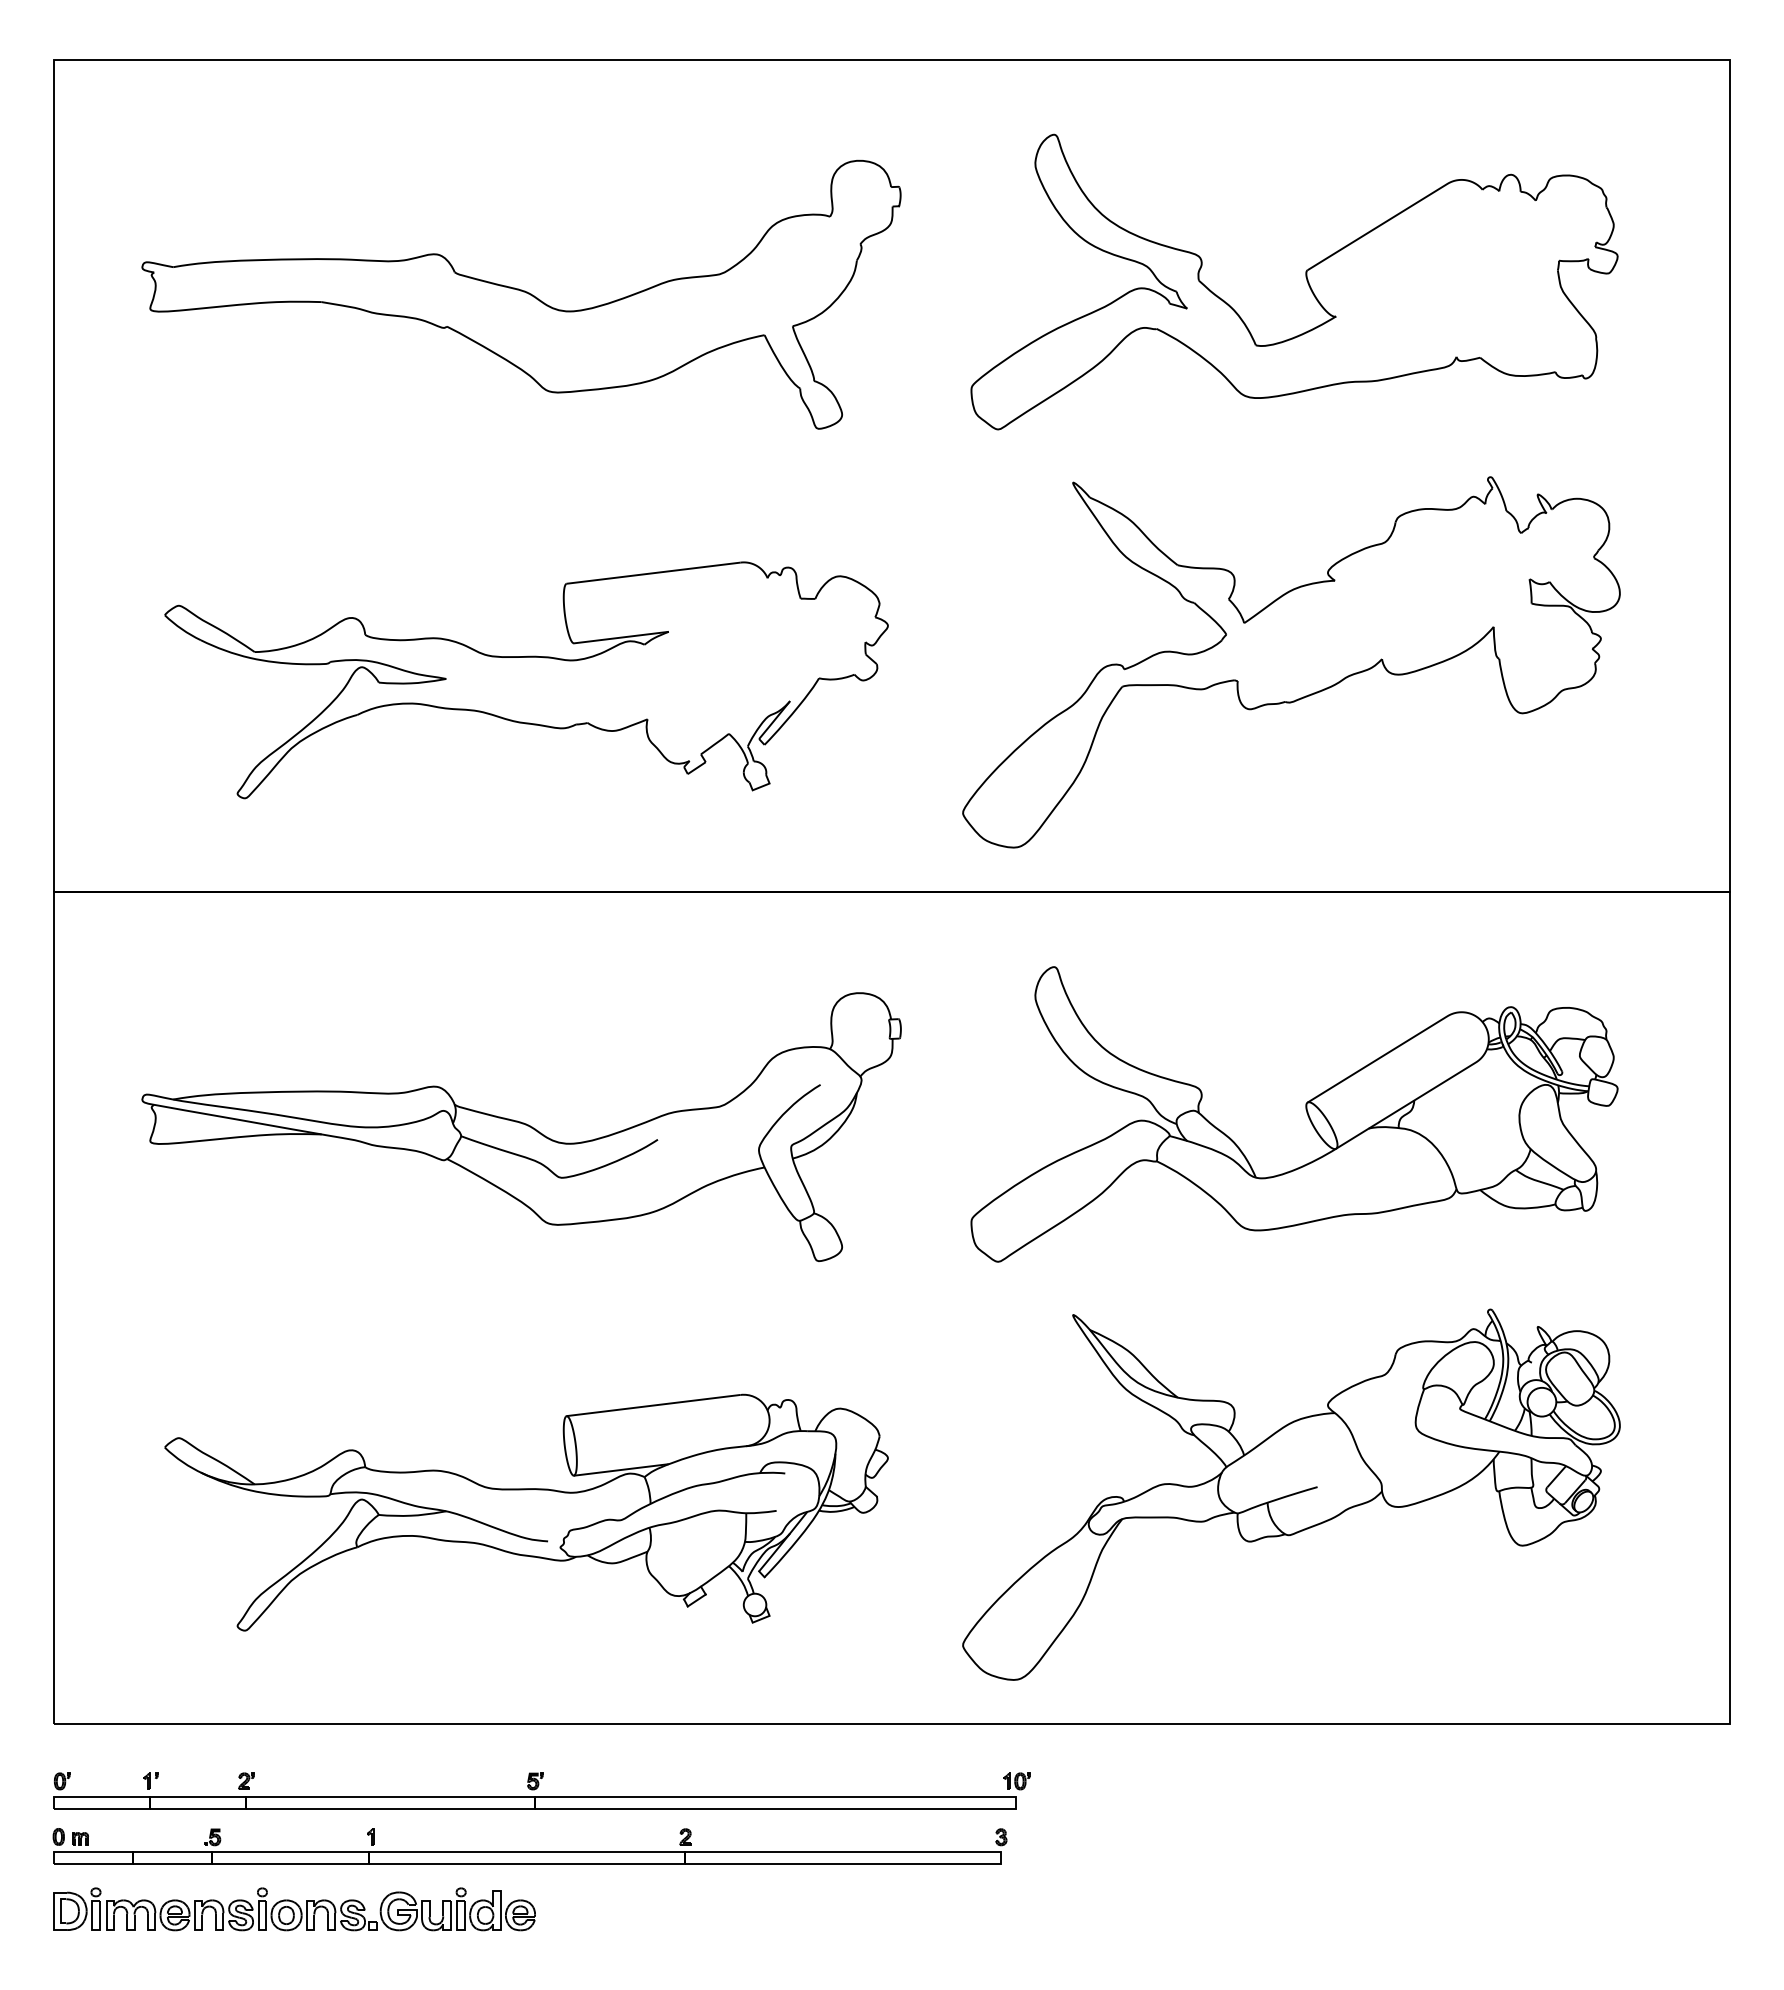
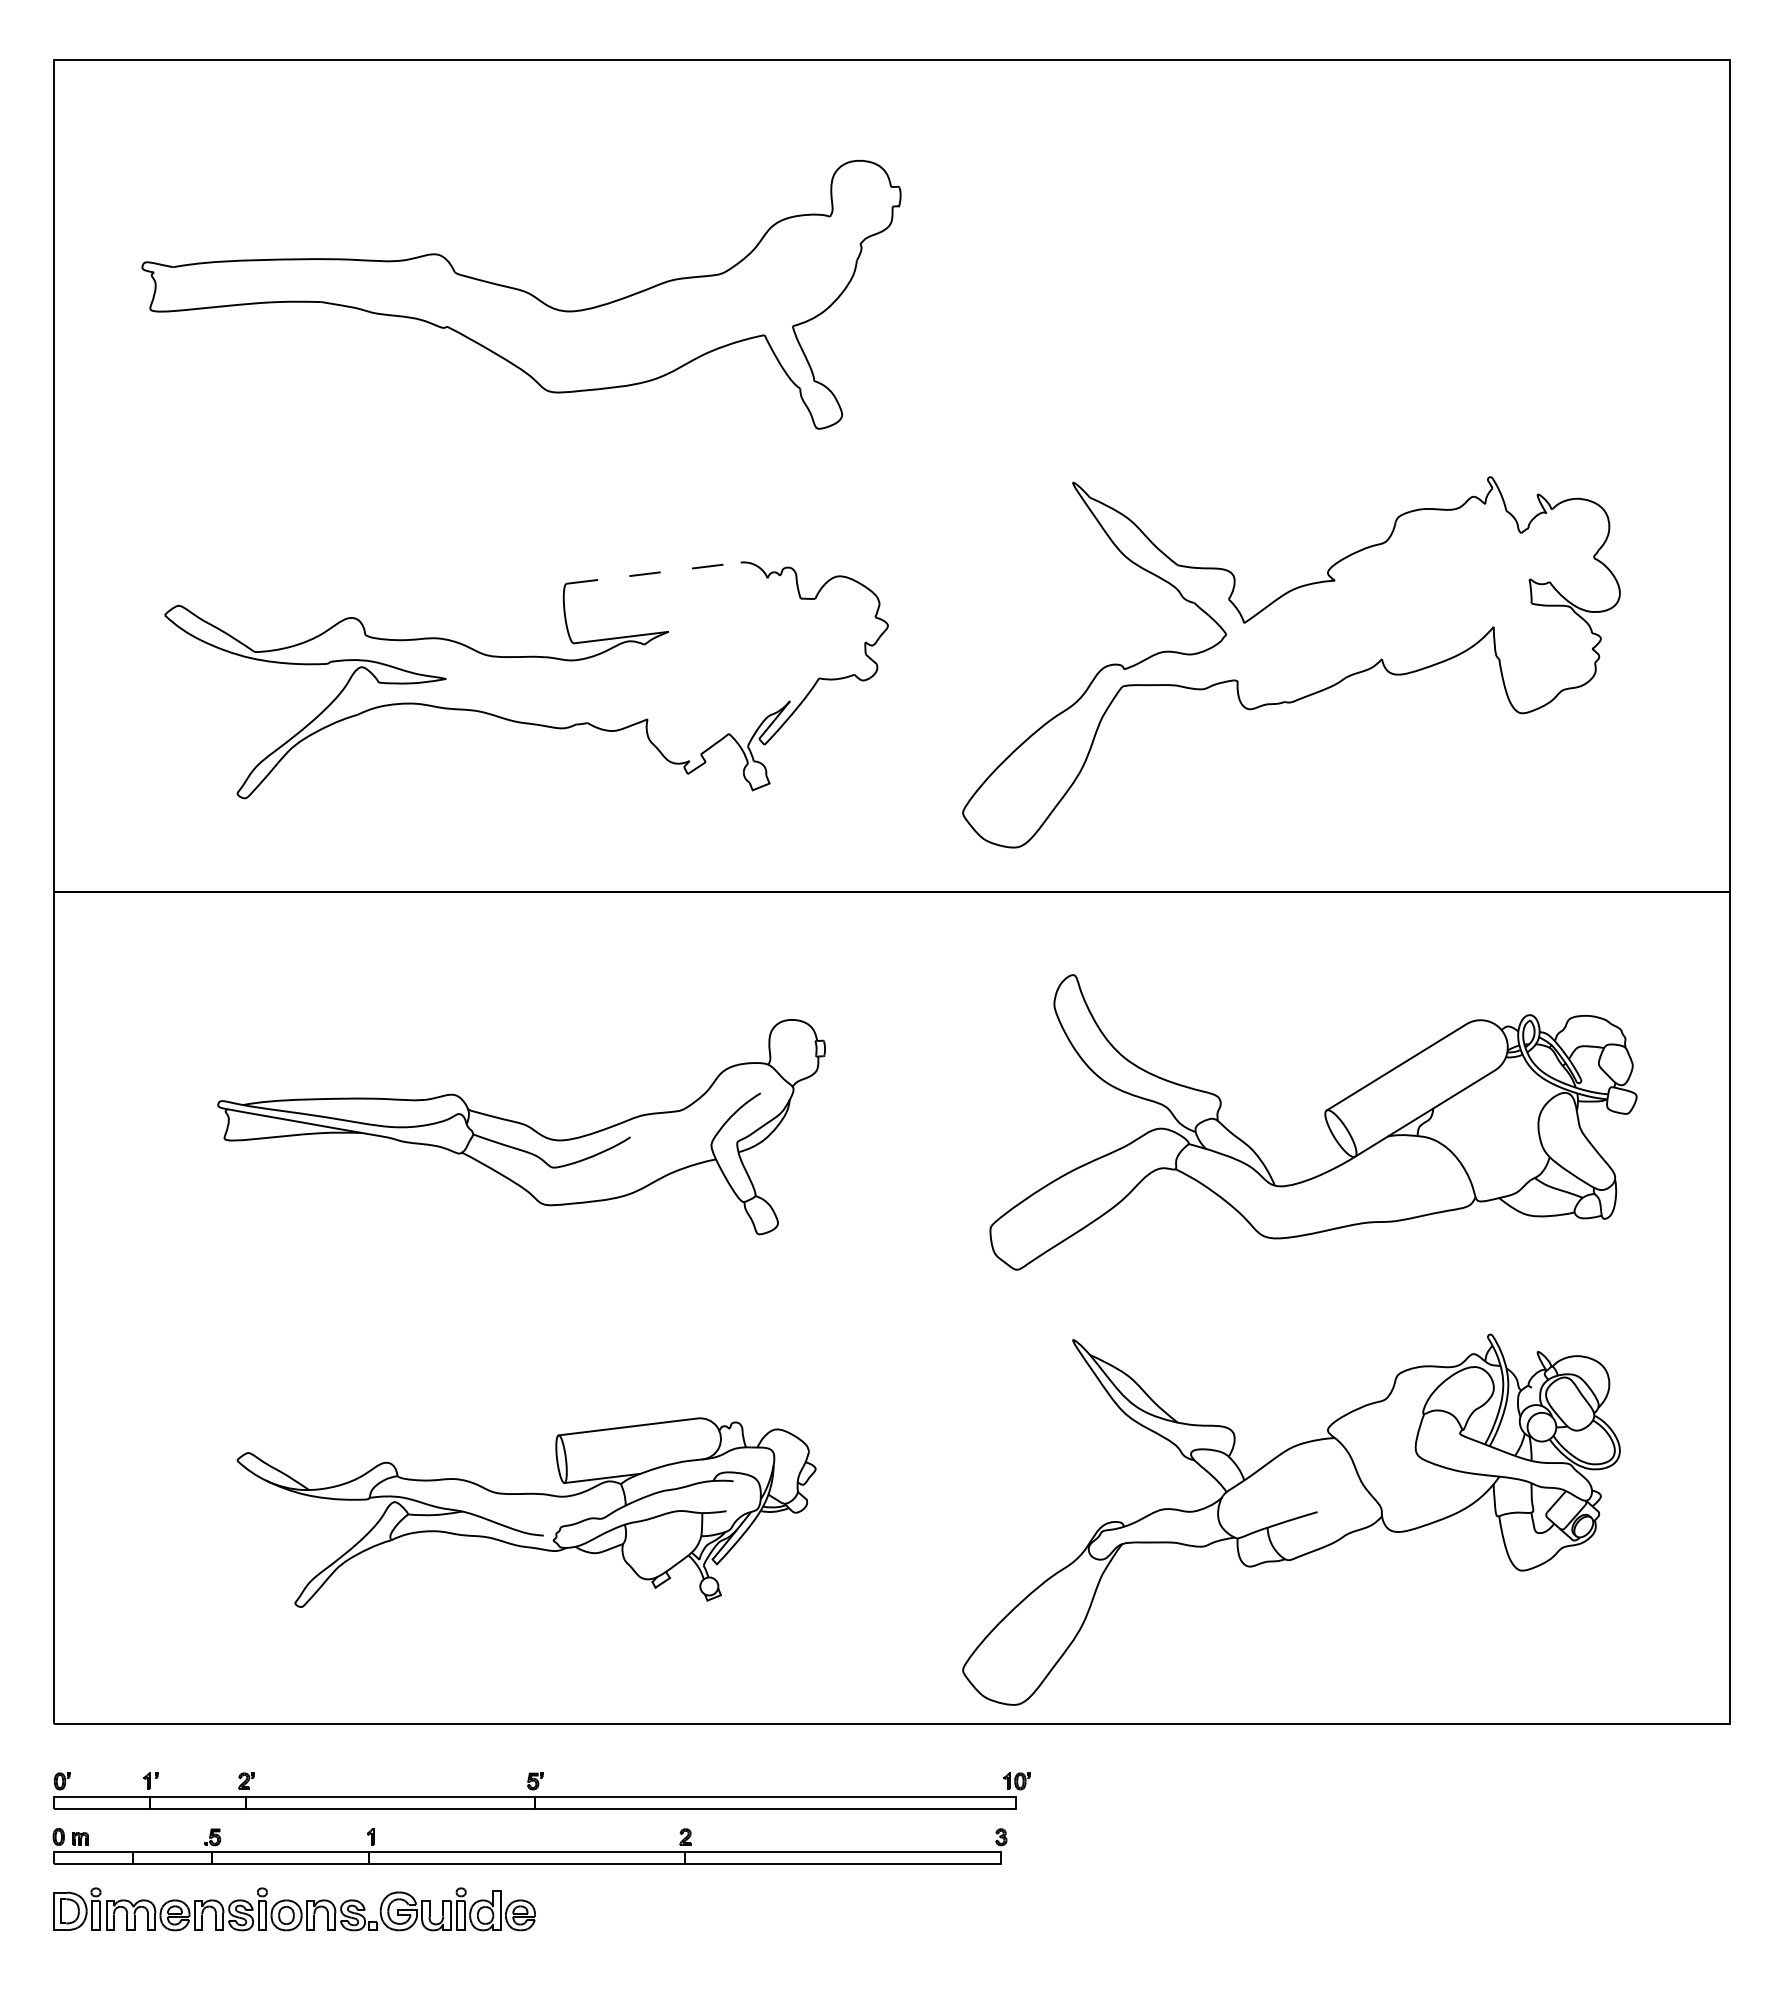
part at (1305, 277): present -> none
line at (653, 573): solid -> dashed
part at (1306, 1113) position: (1306, 1113) -> (1325, 1121)
part at (521, 1126) size: 761x270 px -> 609x217 px
part at (1291, 1494) position: (1291, 1494) -> (1291, 1519)
part at (526, 1512) size: 725x239 px -> 581x191 px
